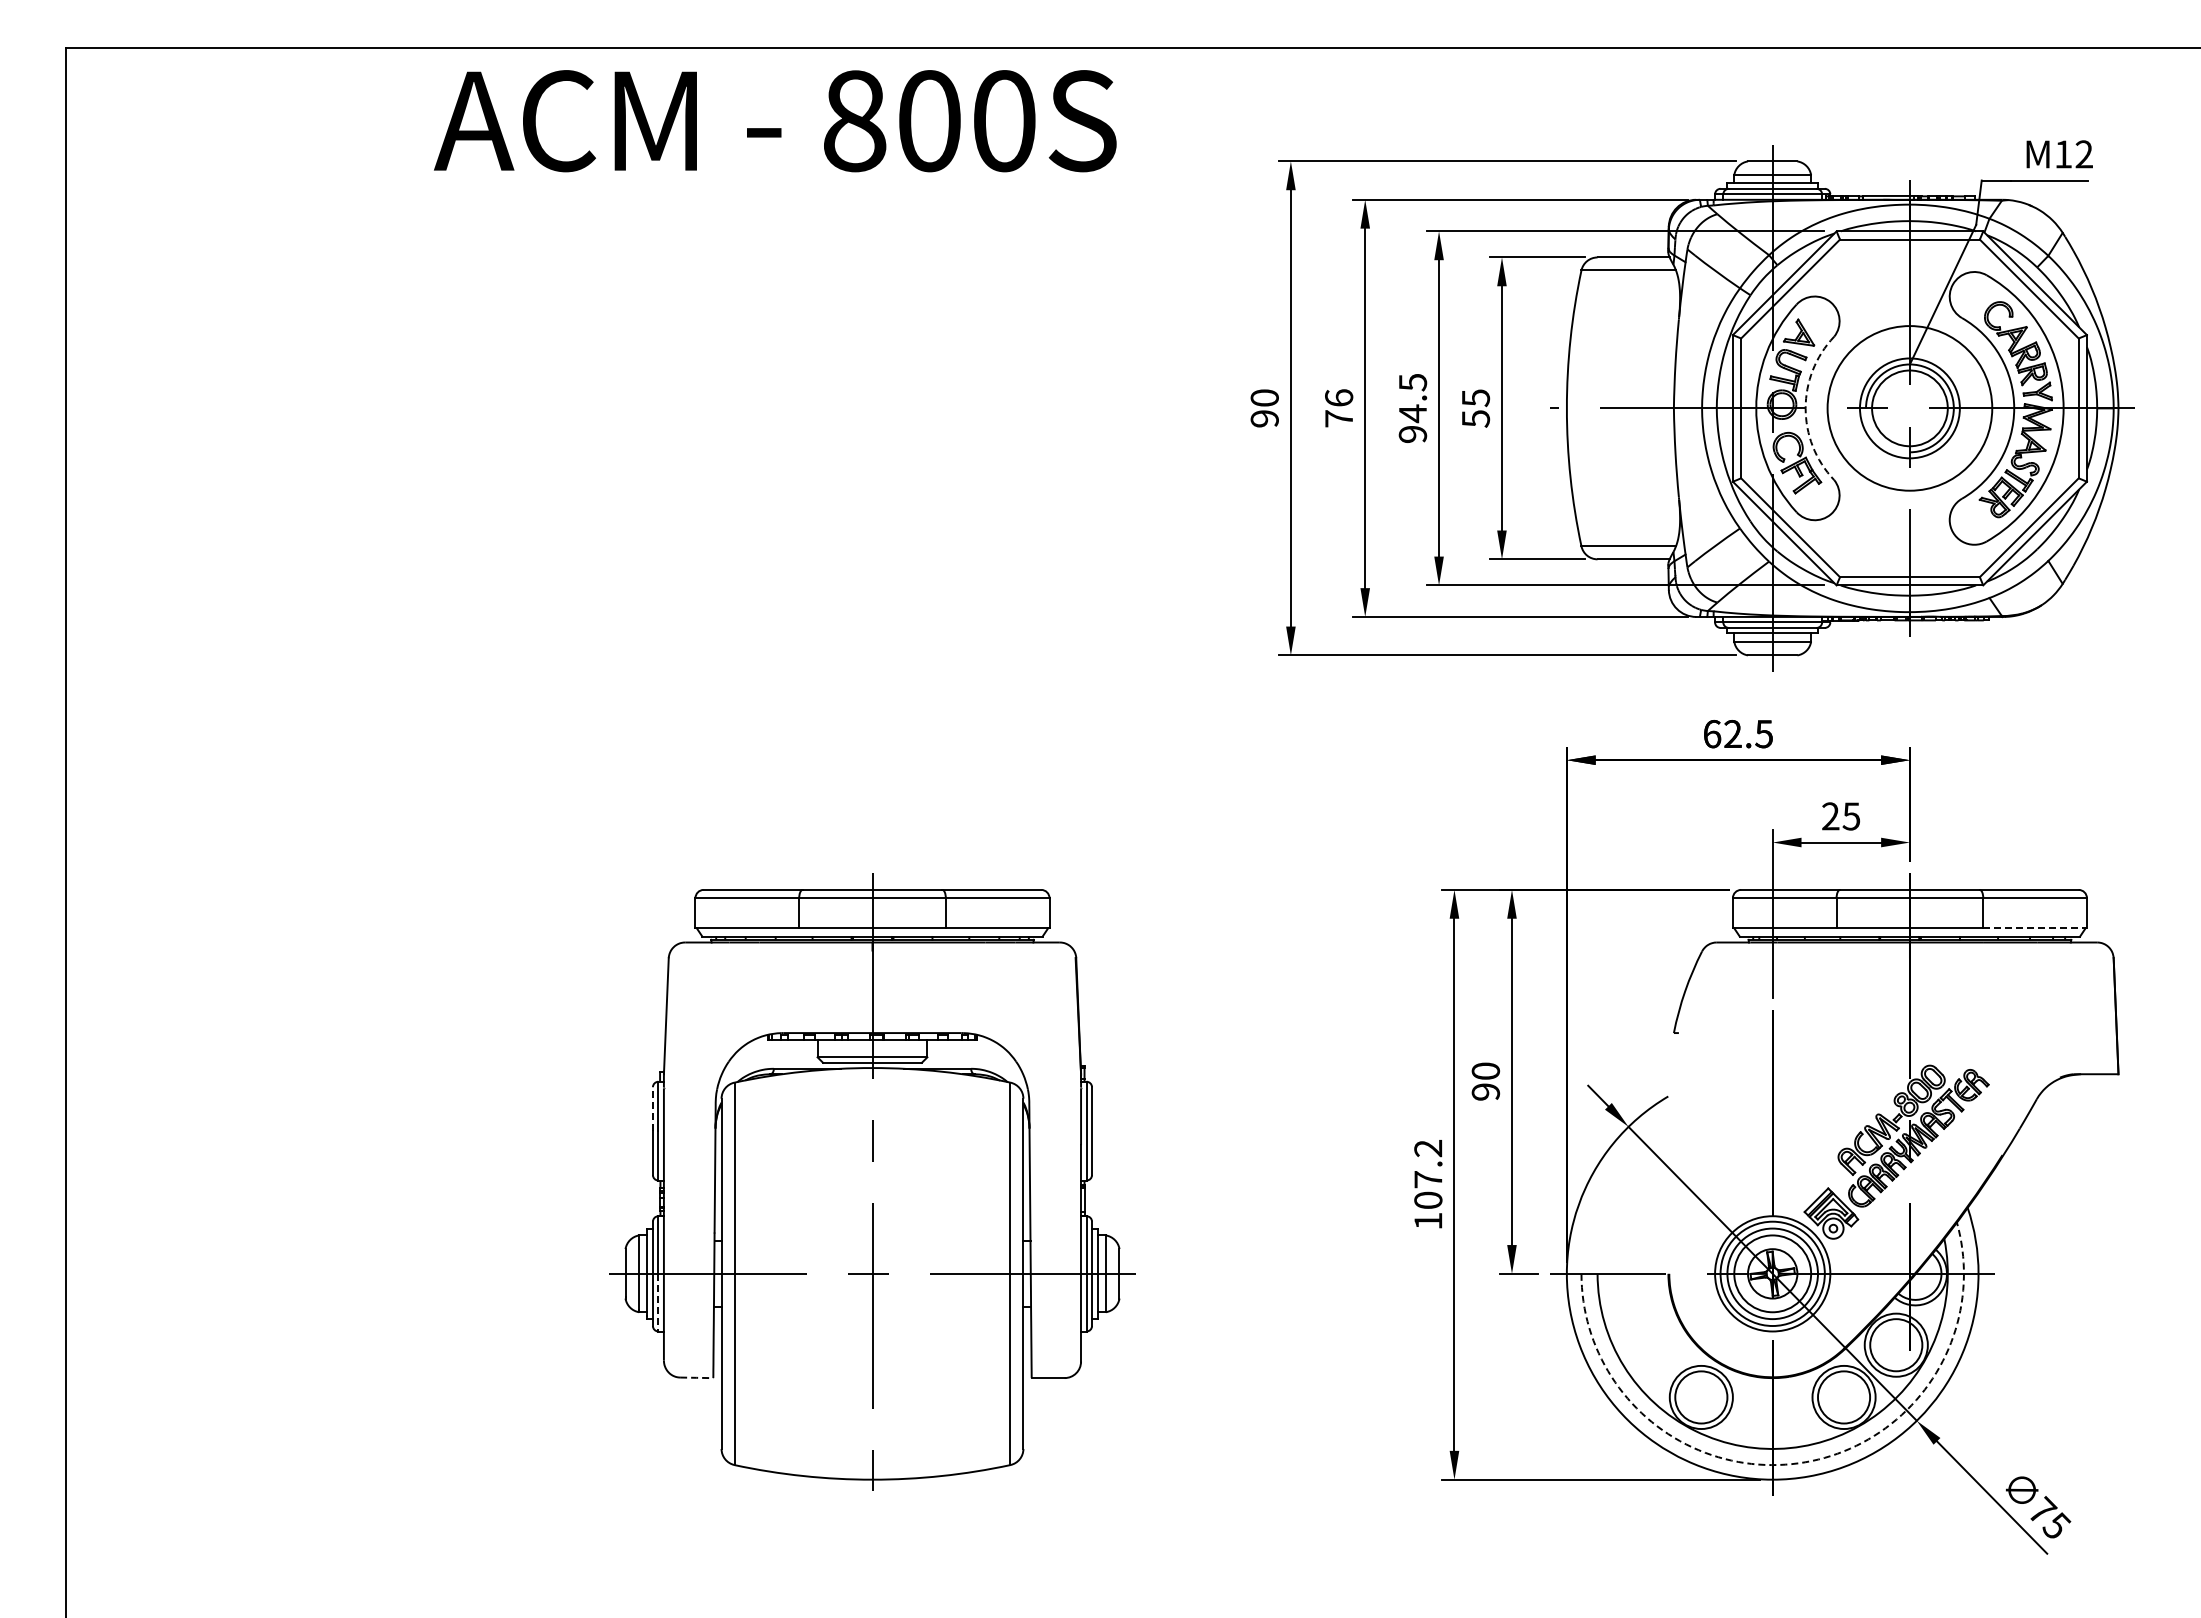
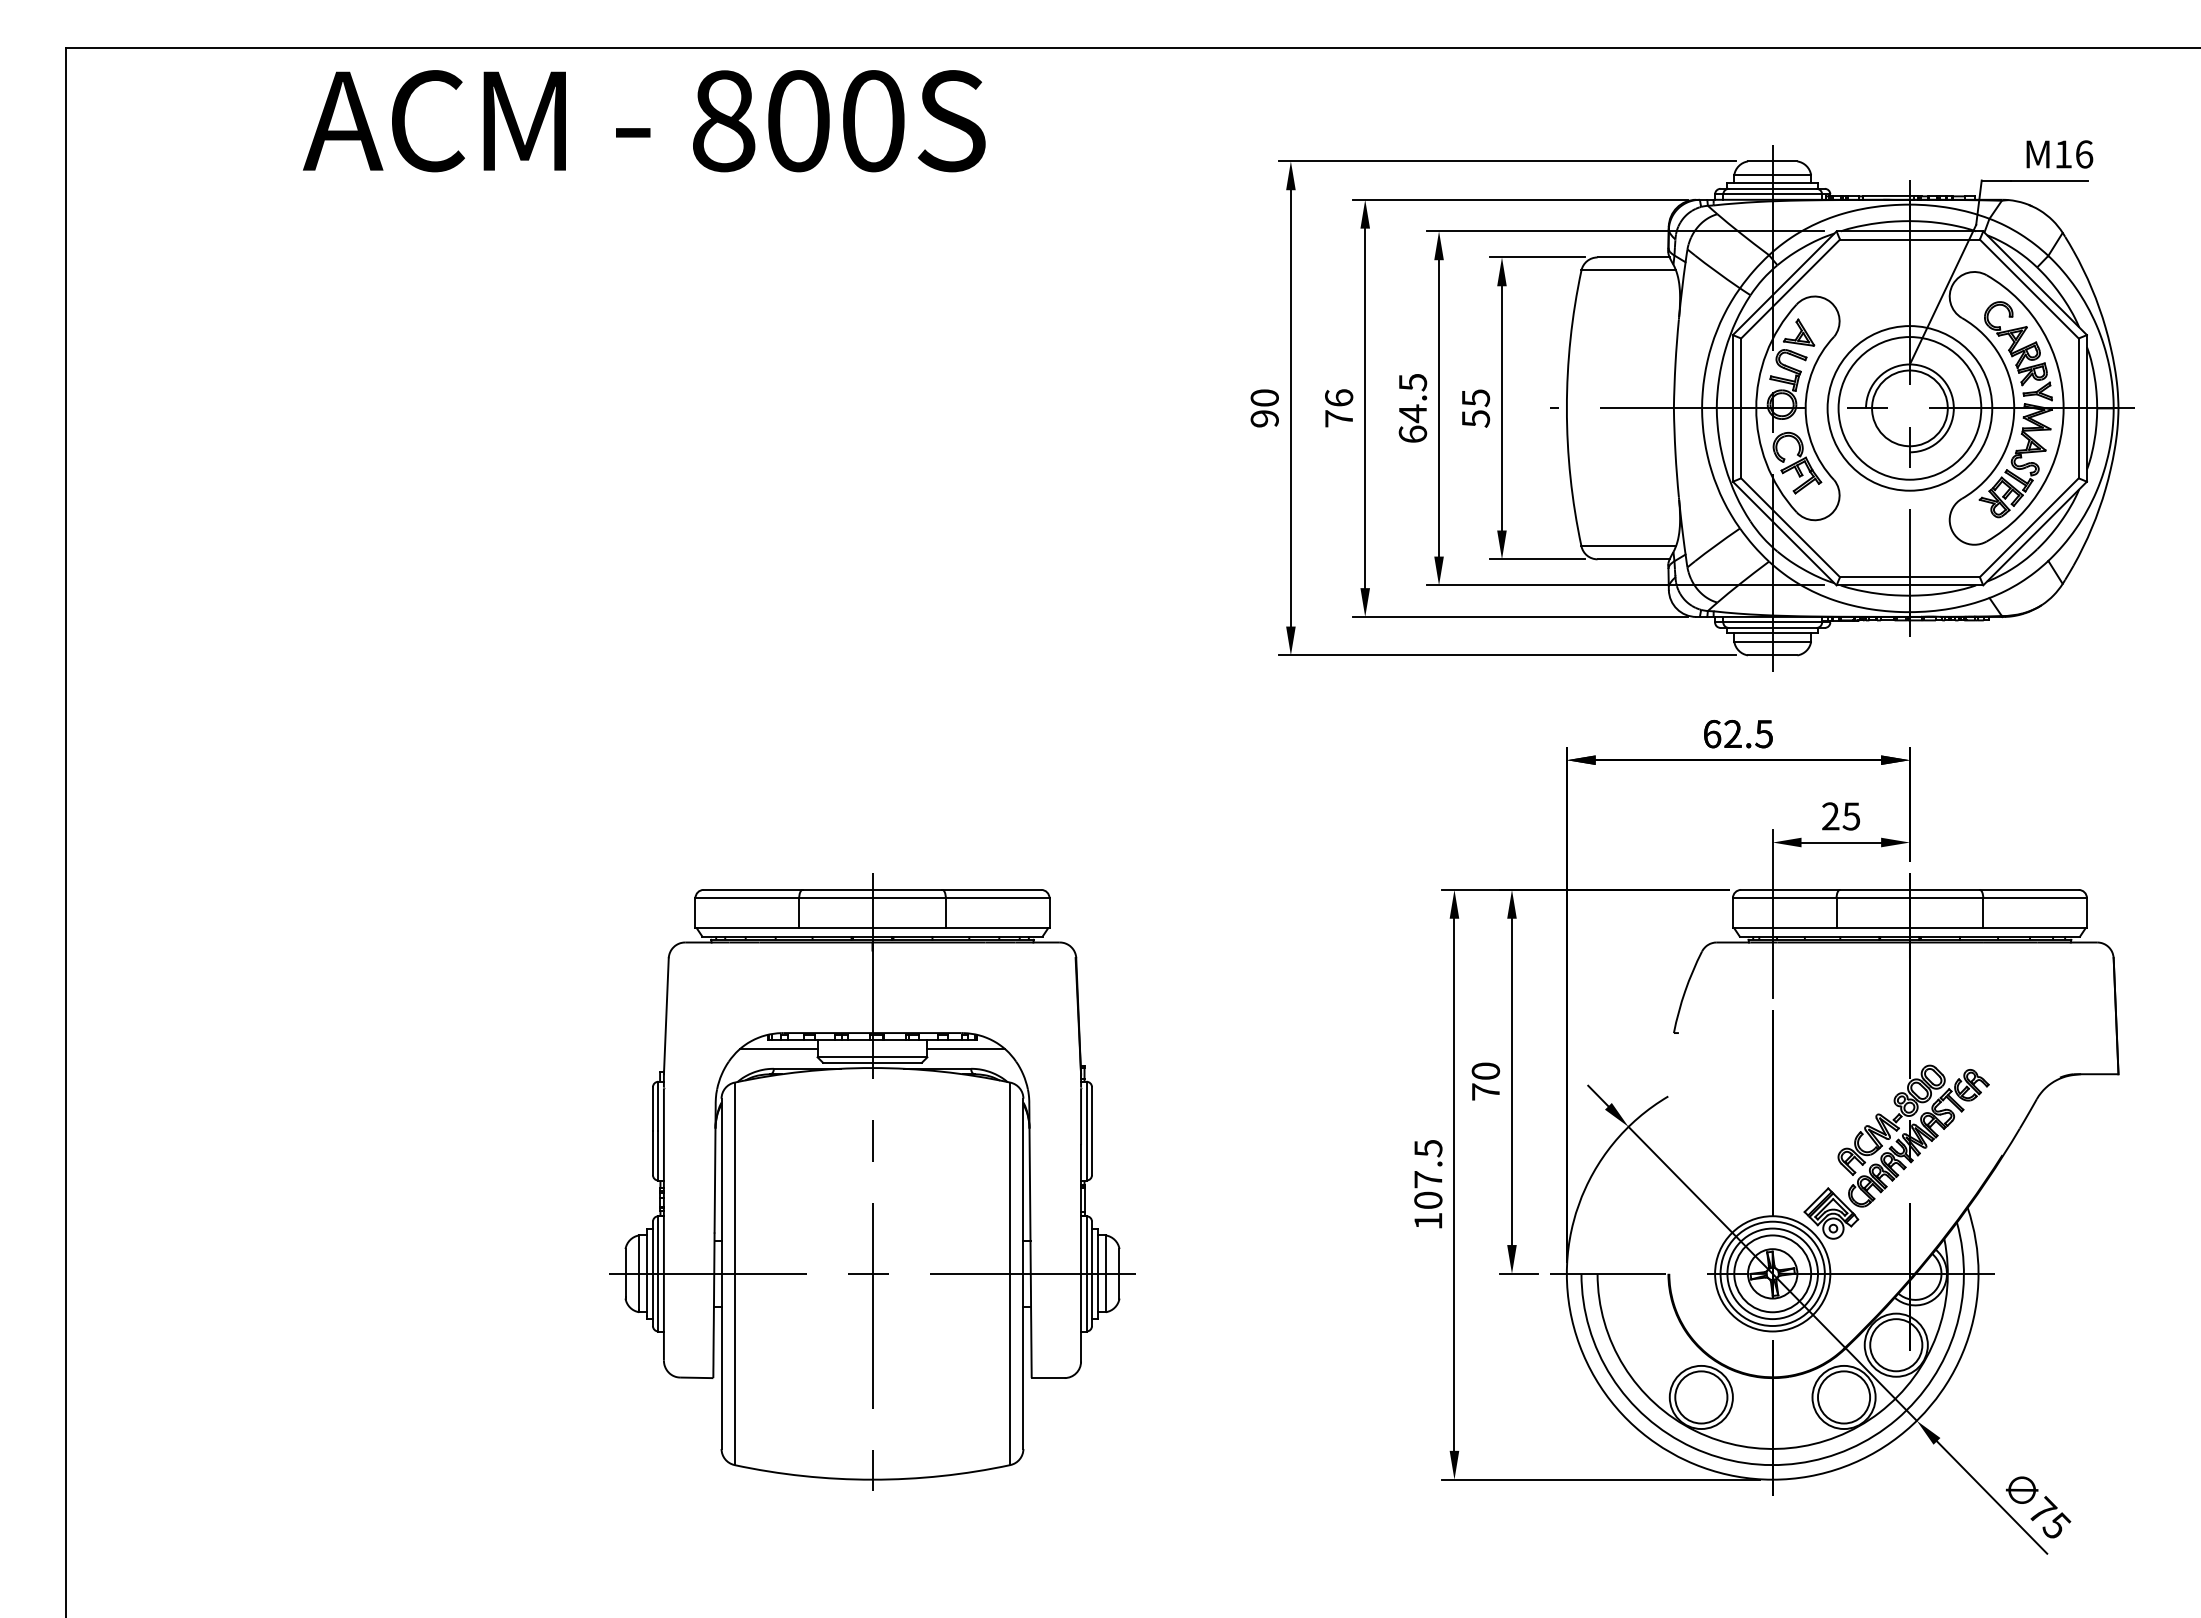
text at (775, 121) position: (775, 121) -> (644, 121)
text at (2084, 154): M12 -> M16
arc at (1805, 408): dashed -> solid
circle at (1909, 408) diameter: 100 px -> 143 px
text at (1412, 434): 94.5 -> 64.5
line at (2035, 928): dashed -> solid
line at (778, 1049): none -> present
line at (966, 1049): none -> present
text at (1485, 1091): 90 -> 70
line at (652, 1109): dashed -> solid
text at (1428, 1148): 107.2 -> 107.5
line at (658, 1302): dashed -> solid
line at (696, 1377): dashed -> solid
arc at (1798, 1463): dashed -> solid
